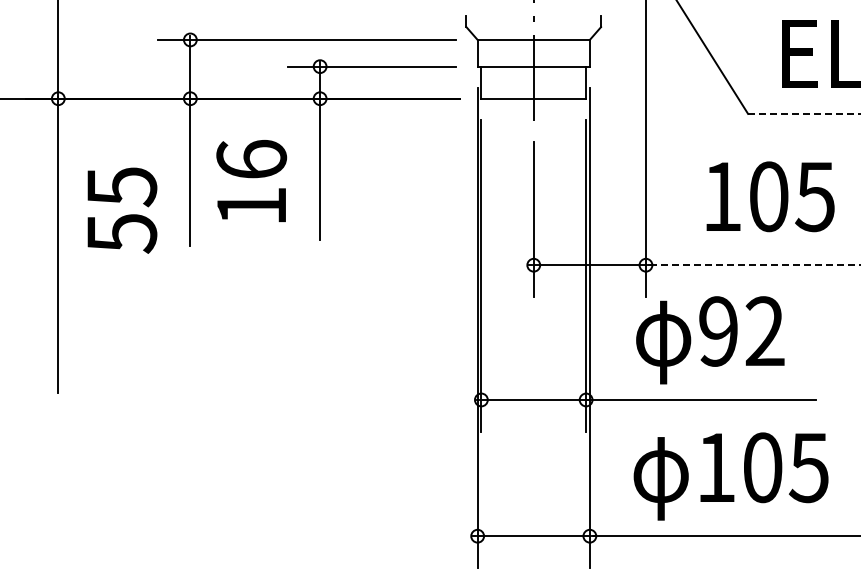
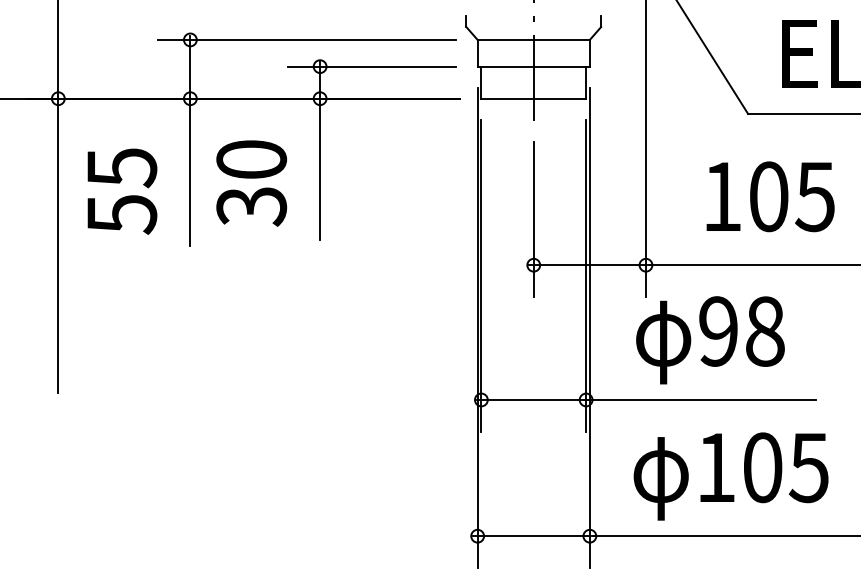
line at (804, 113): dashed -> solid
text at (251, 182): 16 -> 30
text at (122, 210) position: (122, 210) -> (122, 191)
line at (755, 265): dashed -> solid
text at (764, 331): 92 -> 98
